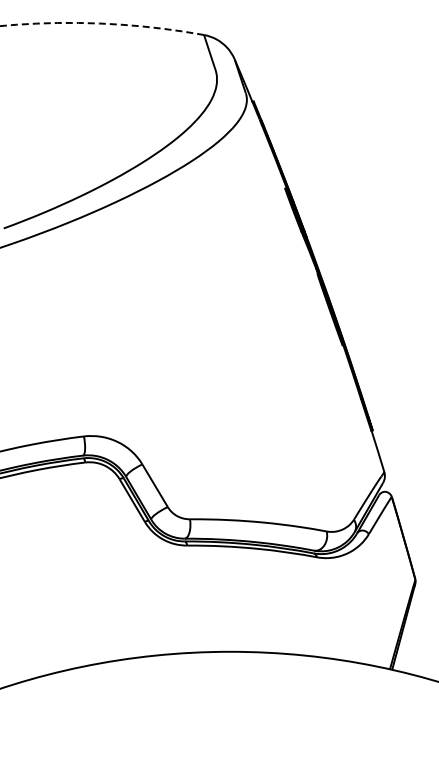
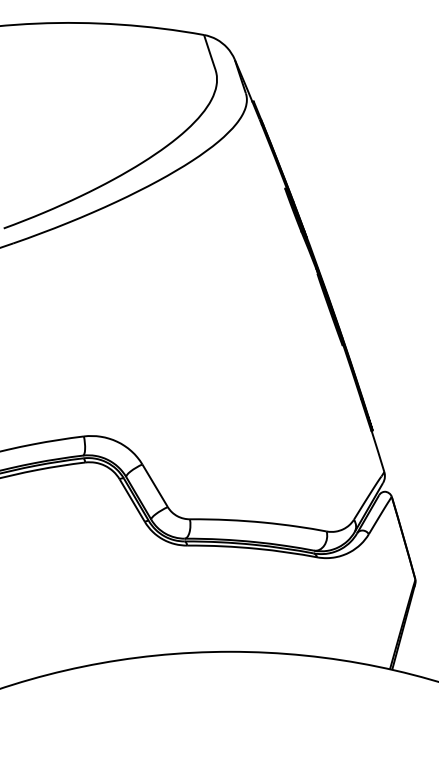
arc at (103, 23): dashed -> solid
